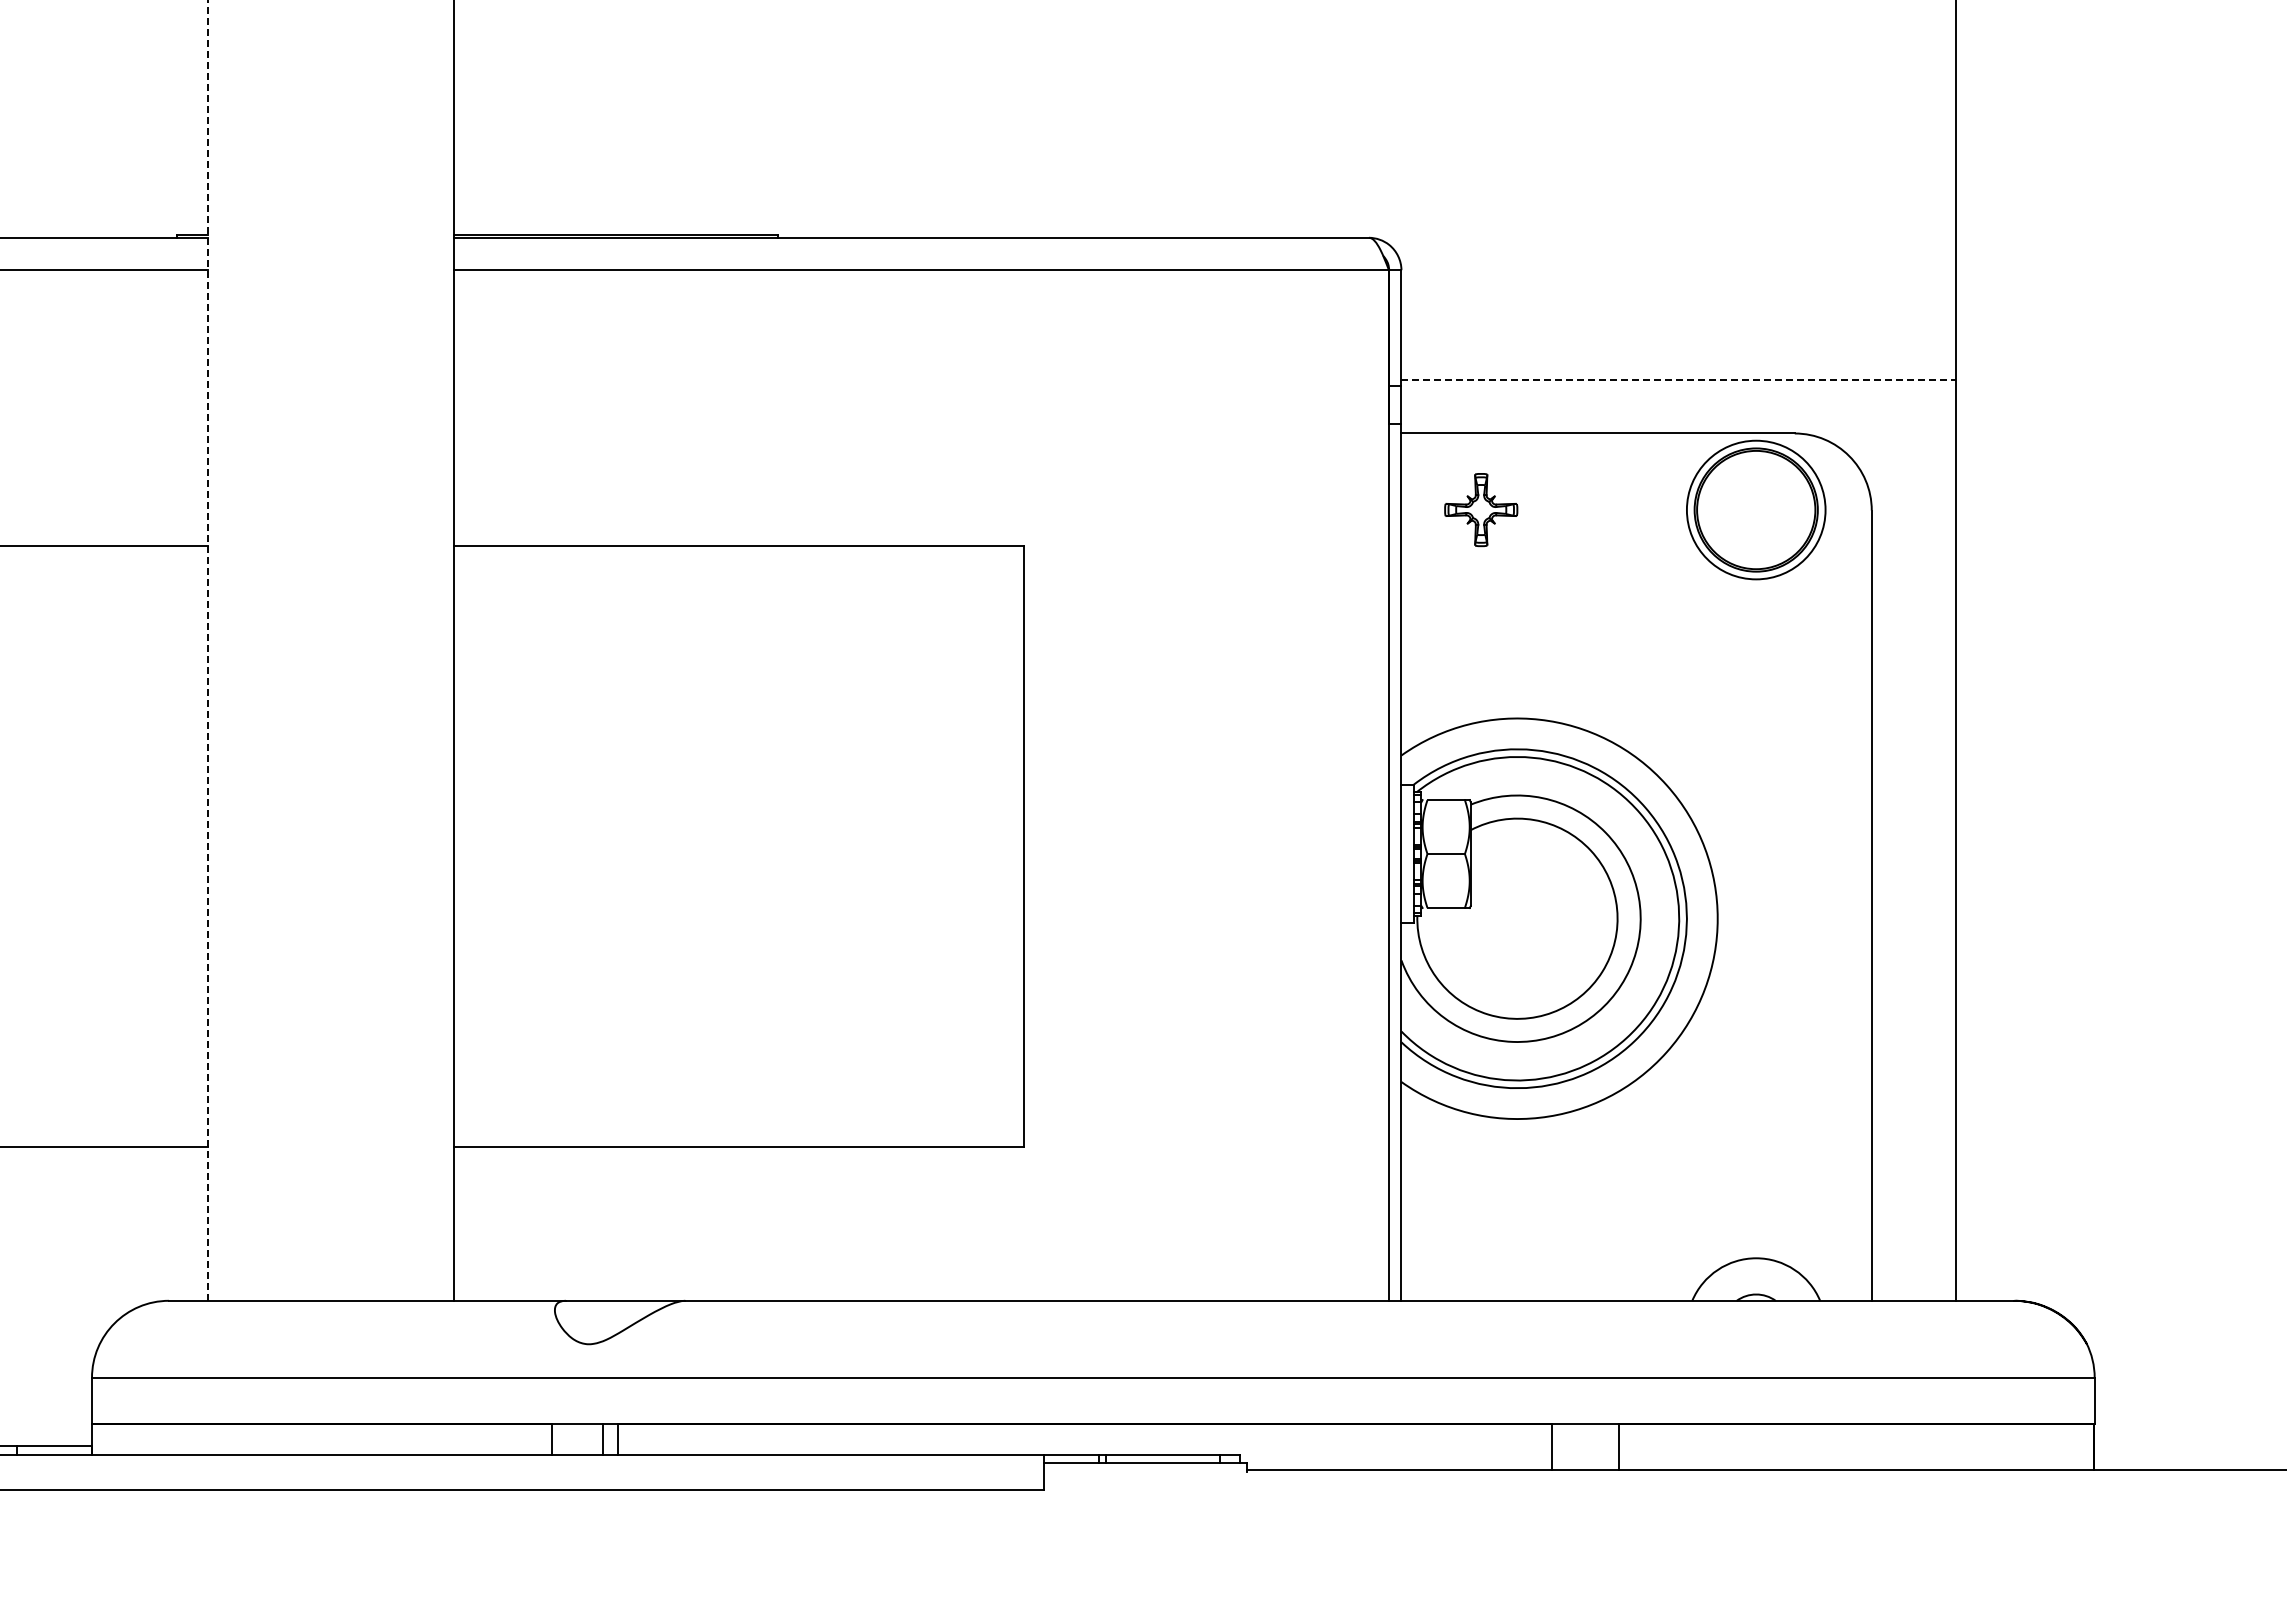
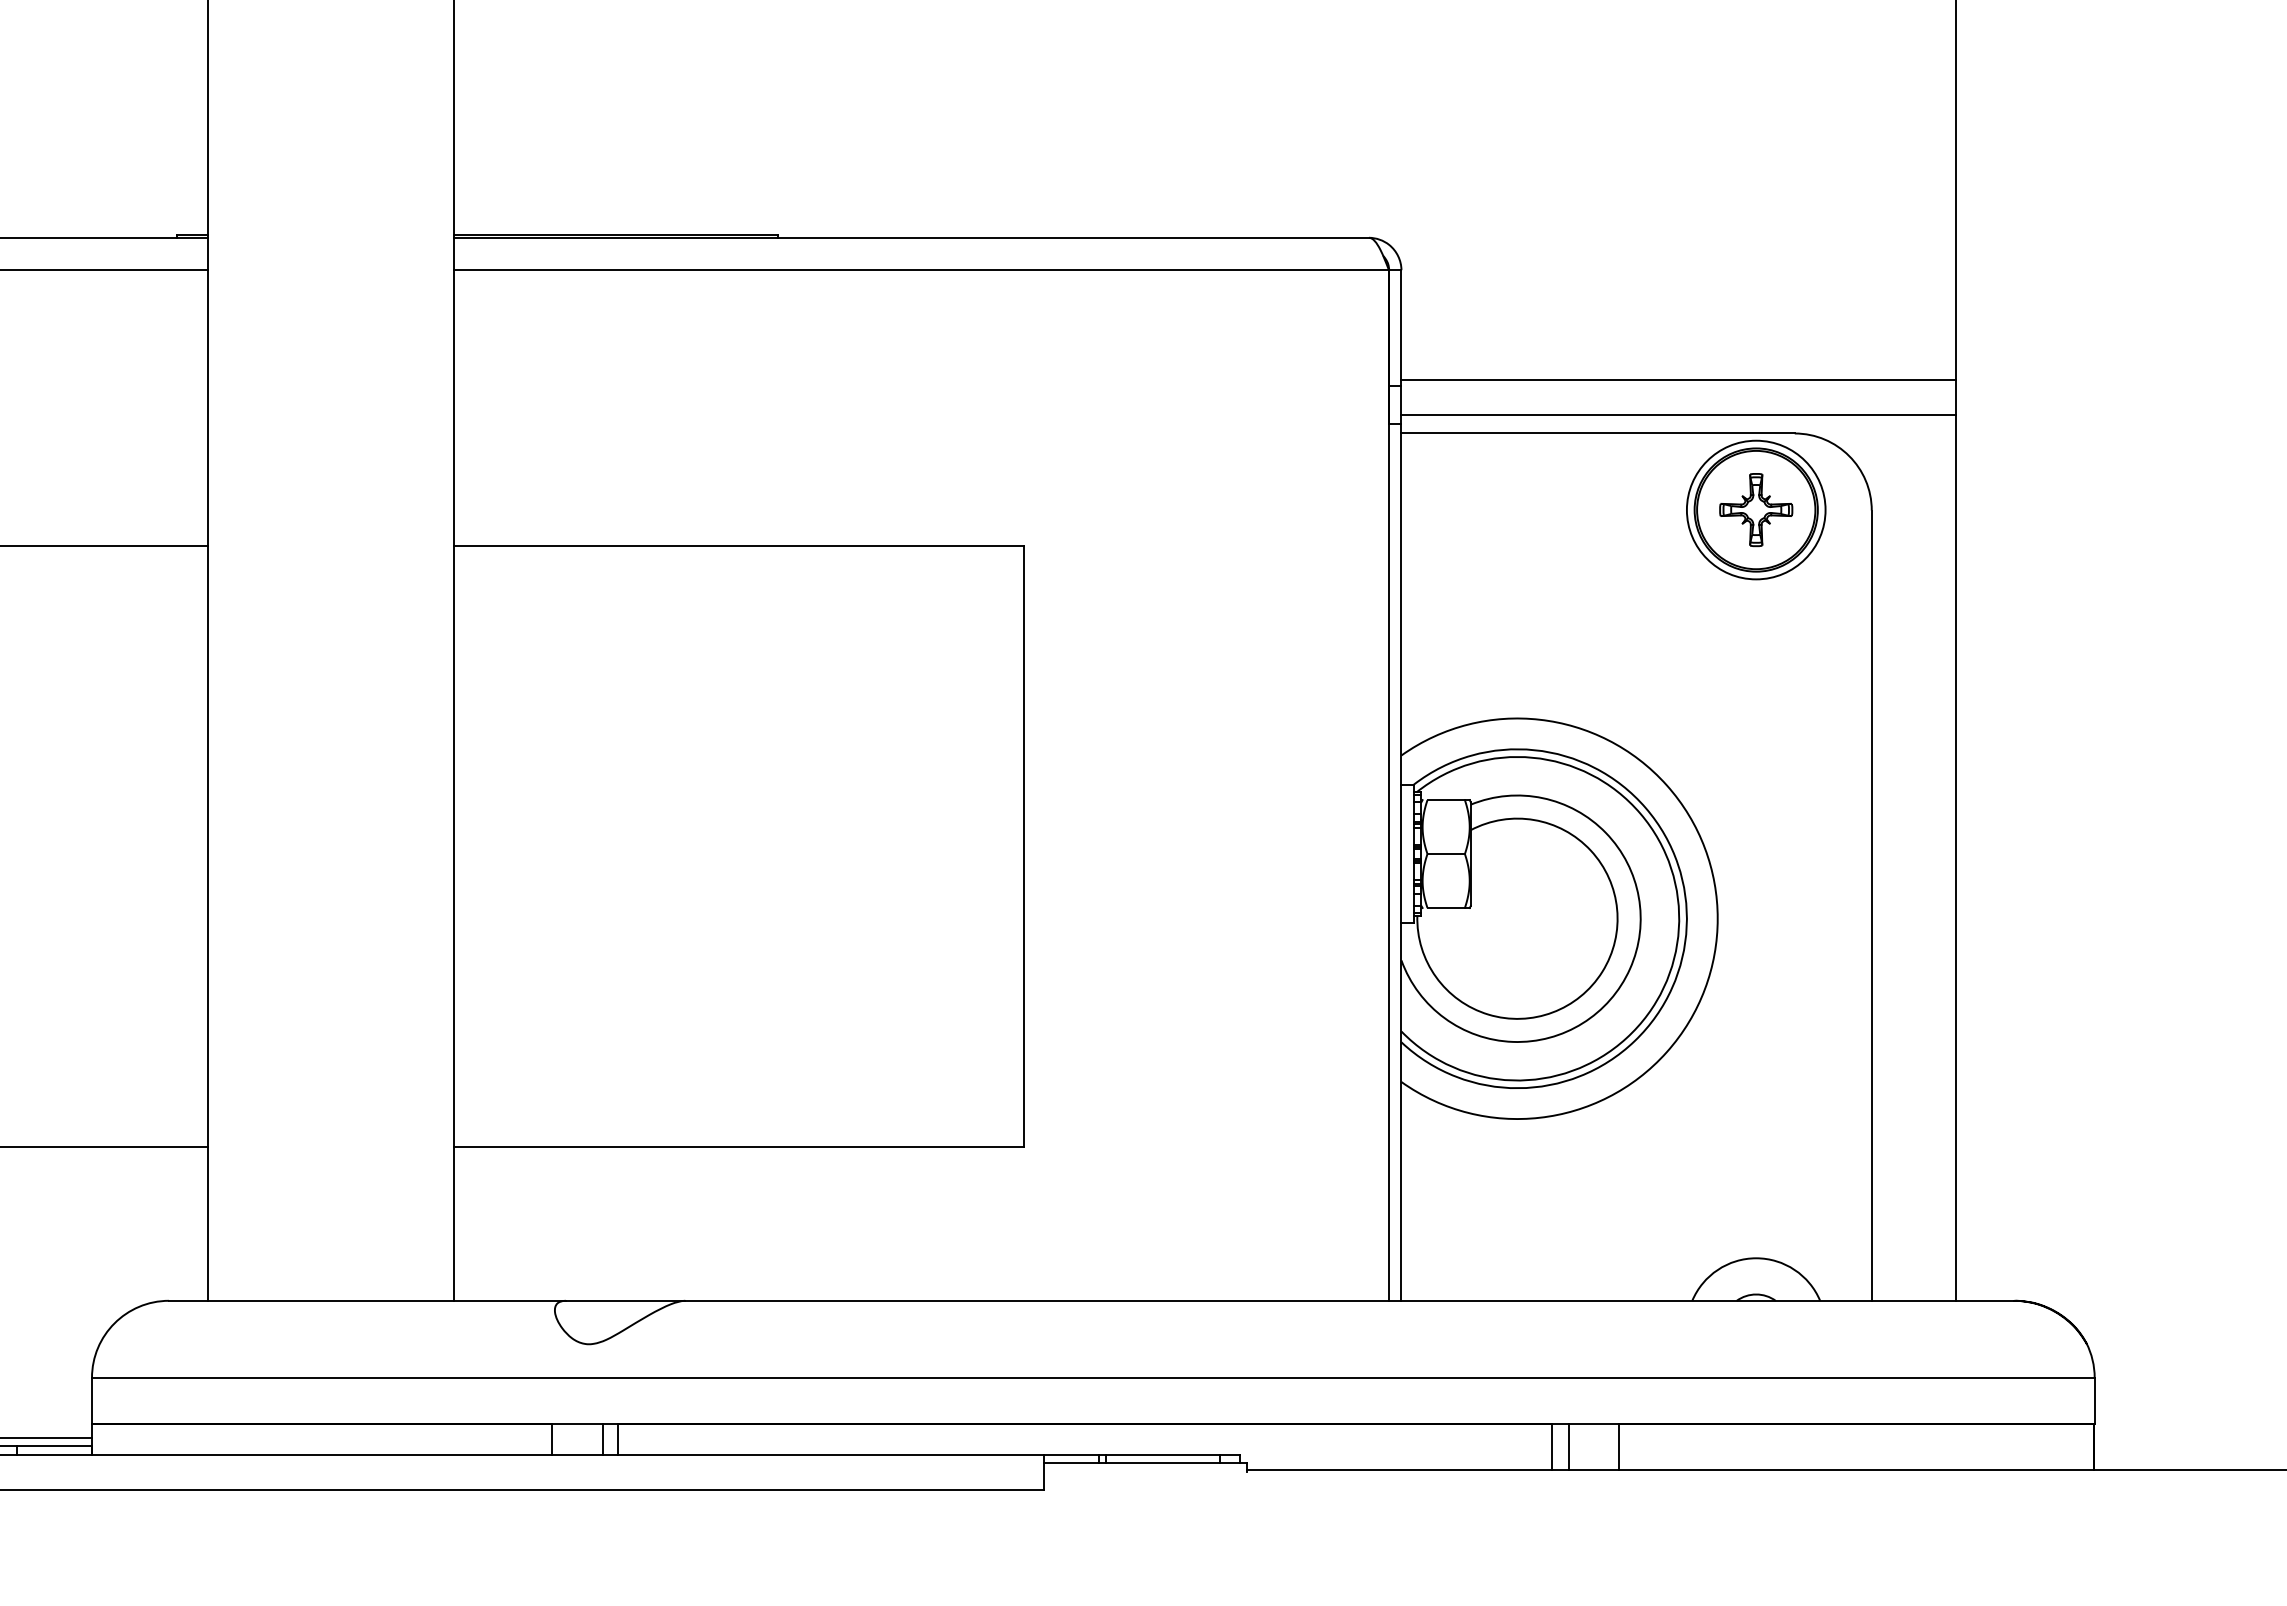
line at (1679, 379): dashed -> solid
line at (1678, 415): none -> present
part at (1481, 510) position: (1481, 510) -> (1756, 510)
line at (207, 649): dashed -> solid
line at (47, 1437): none -> present
line at (1569, 1447): none -> present
